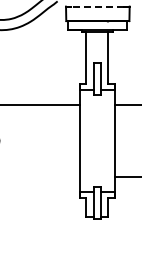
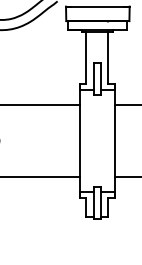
line at (97, 6): dashed -> solid
line at (40, 176): none -> present
